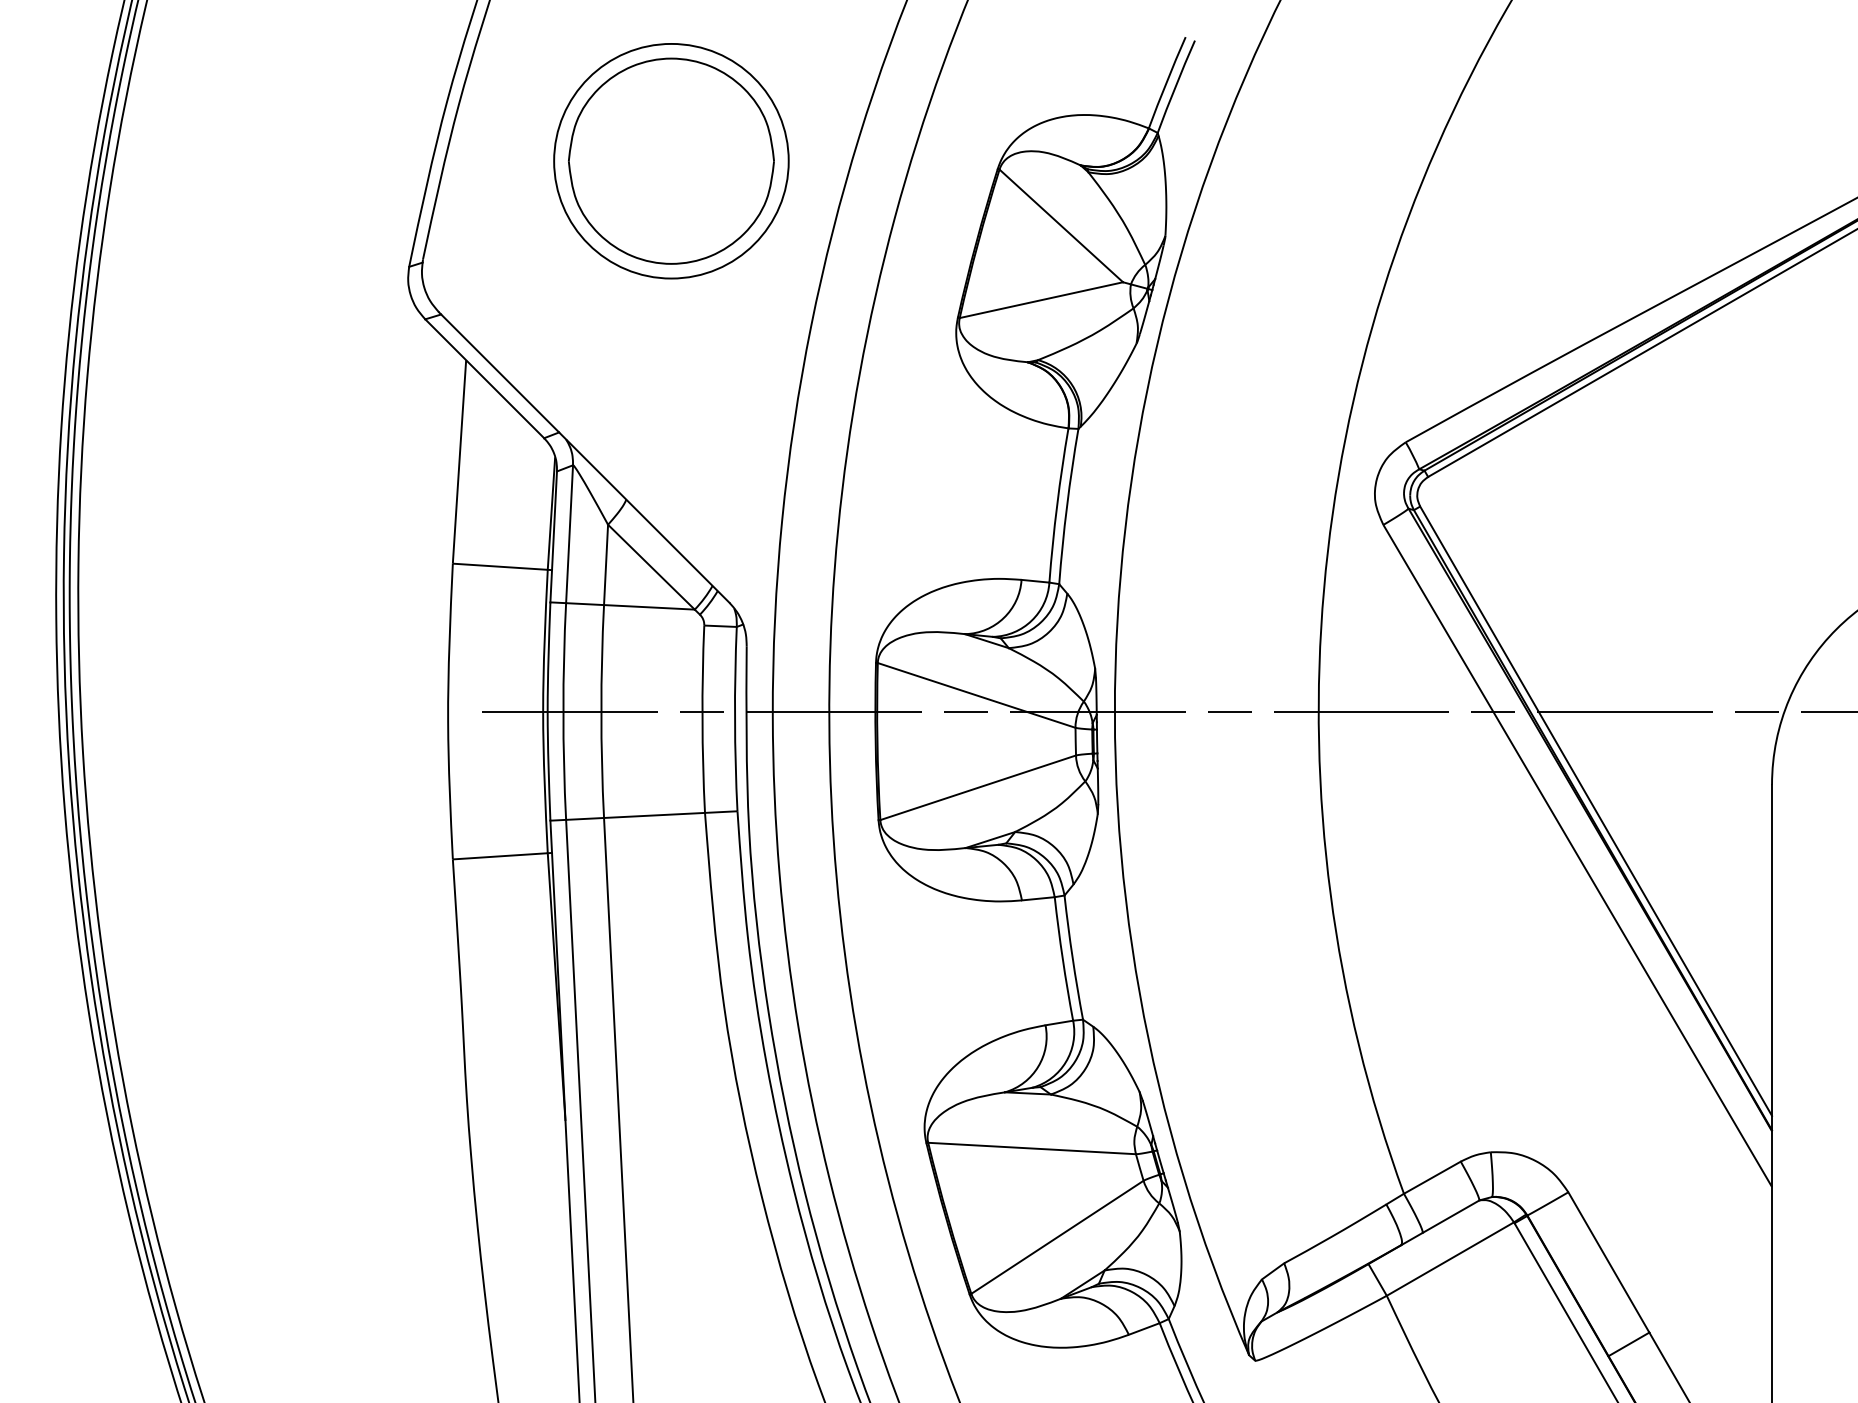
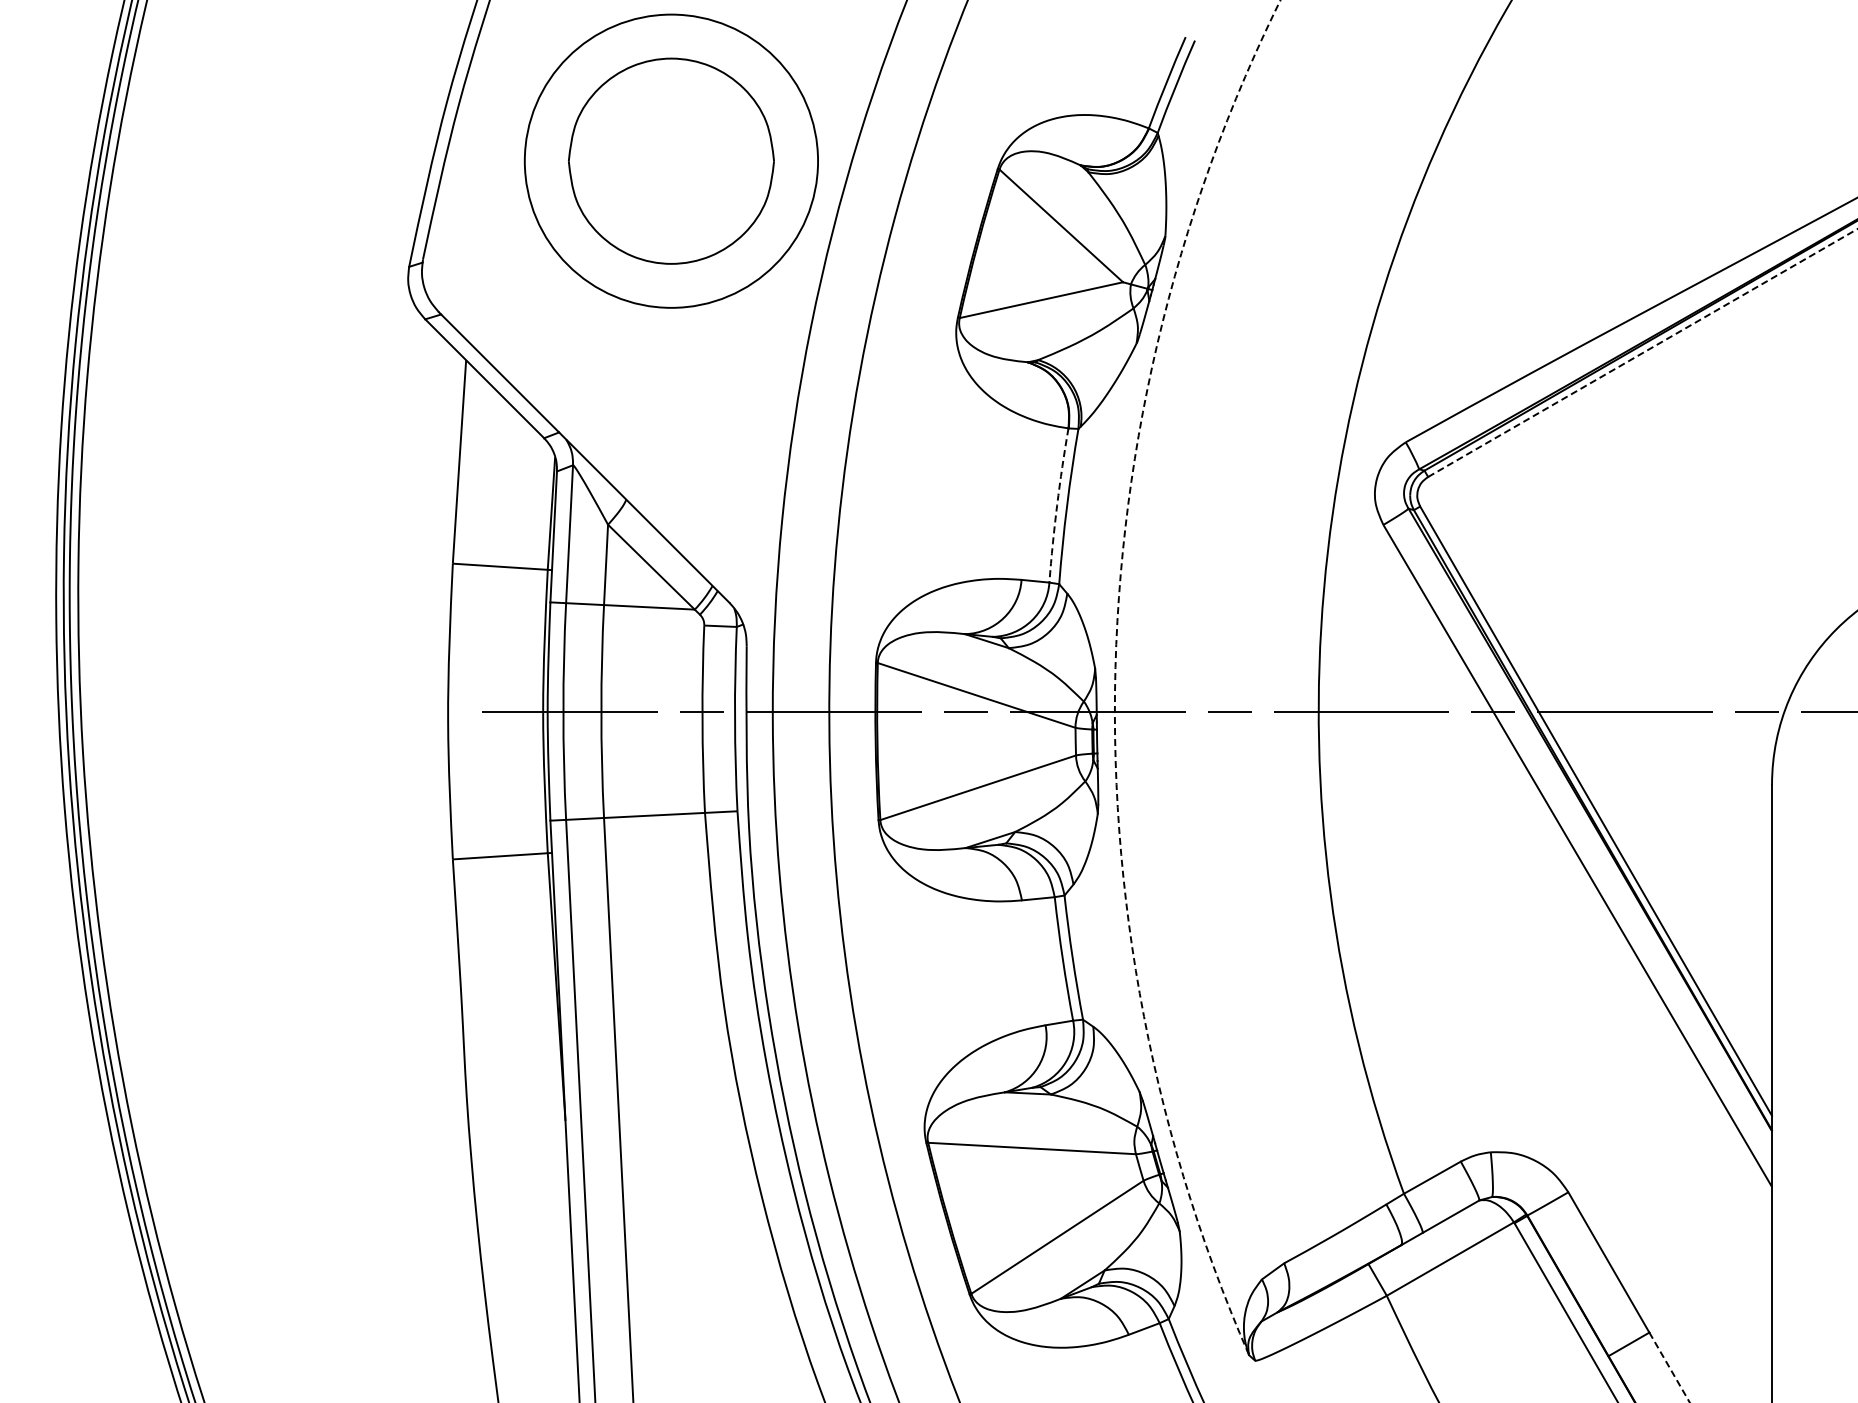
circle at (671, 160) diameter: 235 px -> 293 px
line at (1642, 352): solid -> dashed
arc at (1057, 505): solid -> dashed
arc at (1115, 672): solid -> dashed
line at (1669, 1367): solid -> dashed
